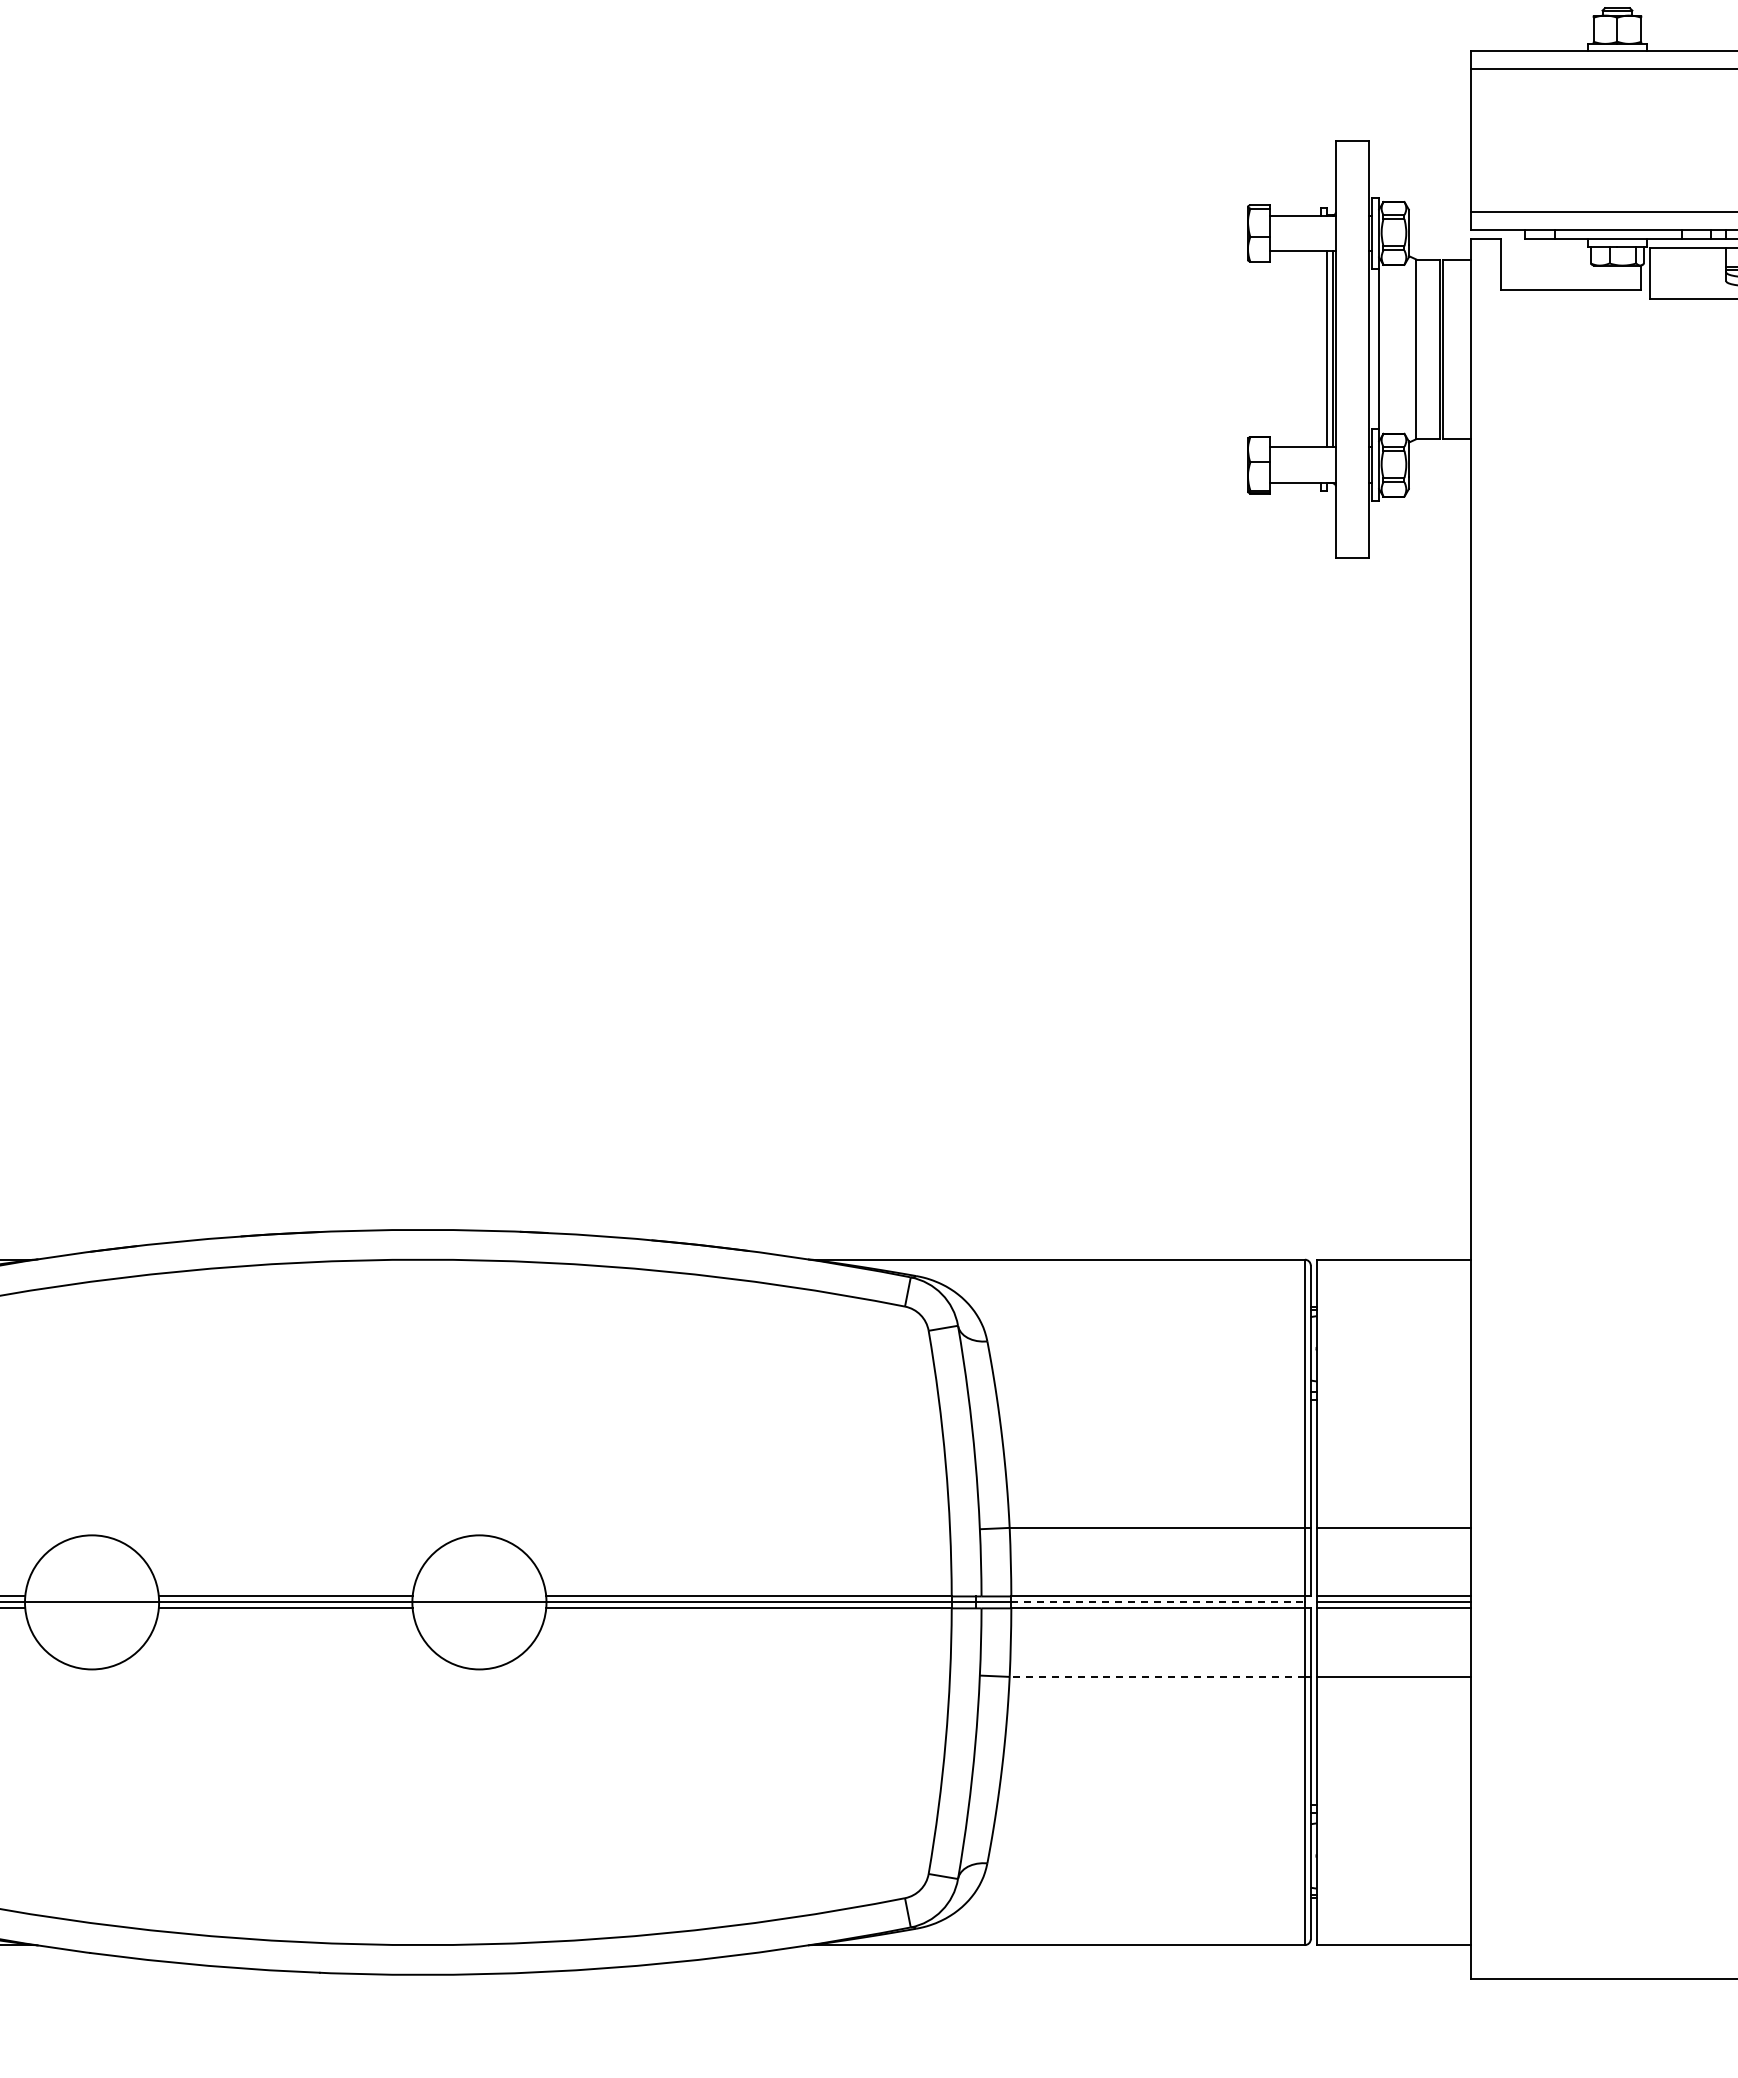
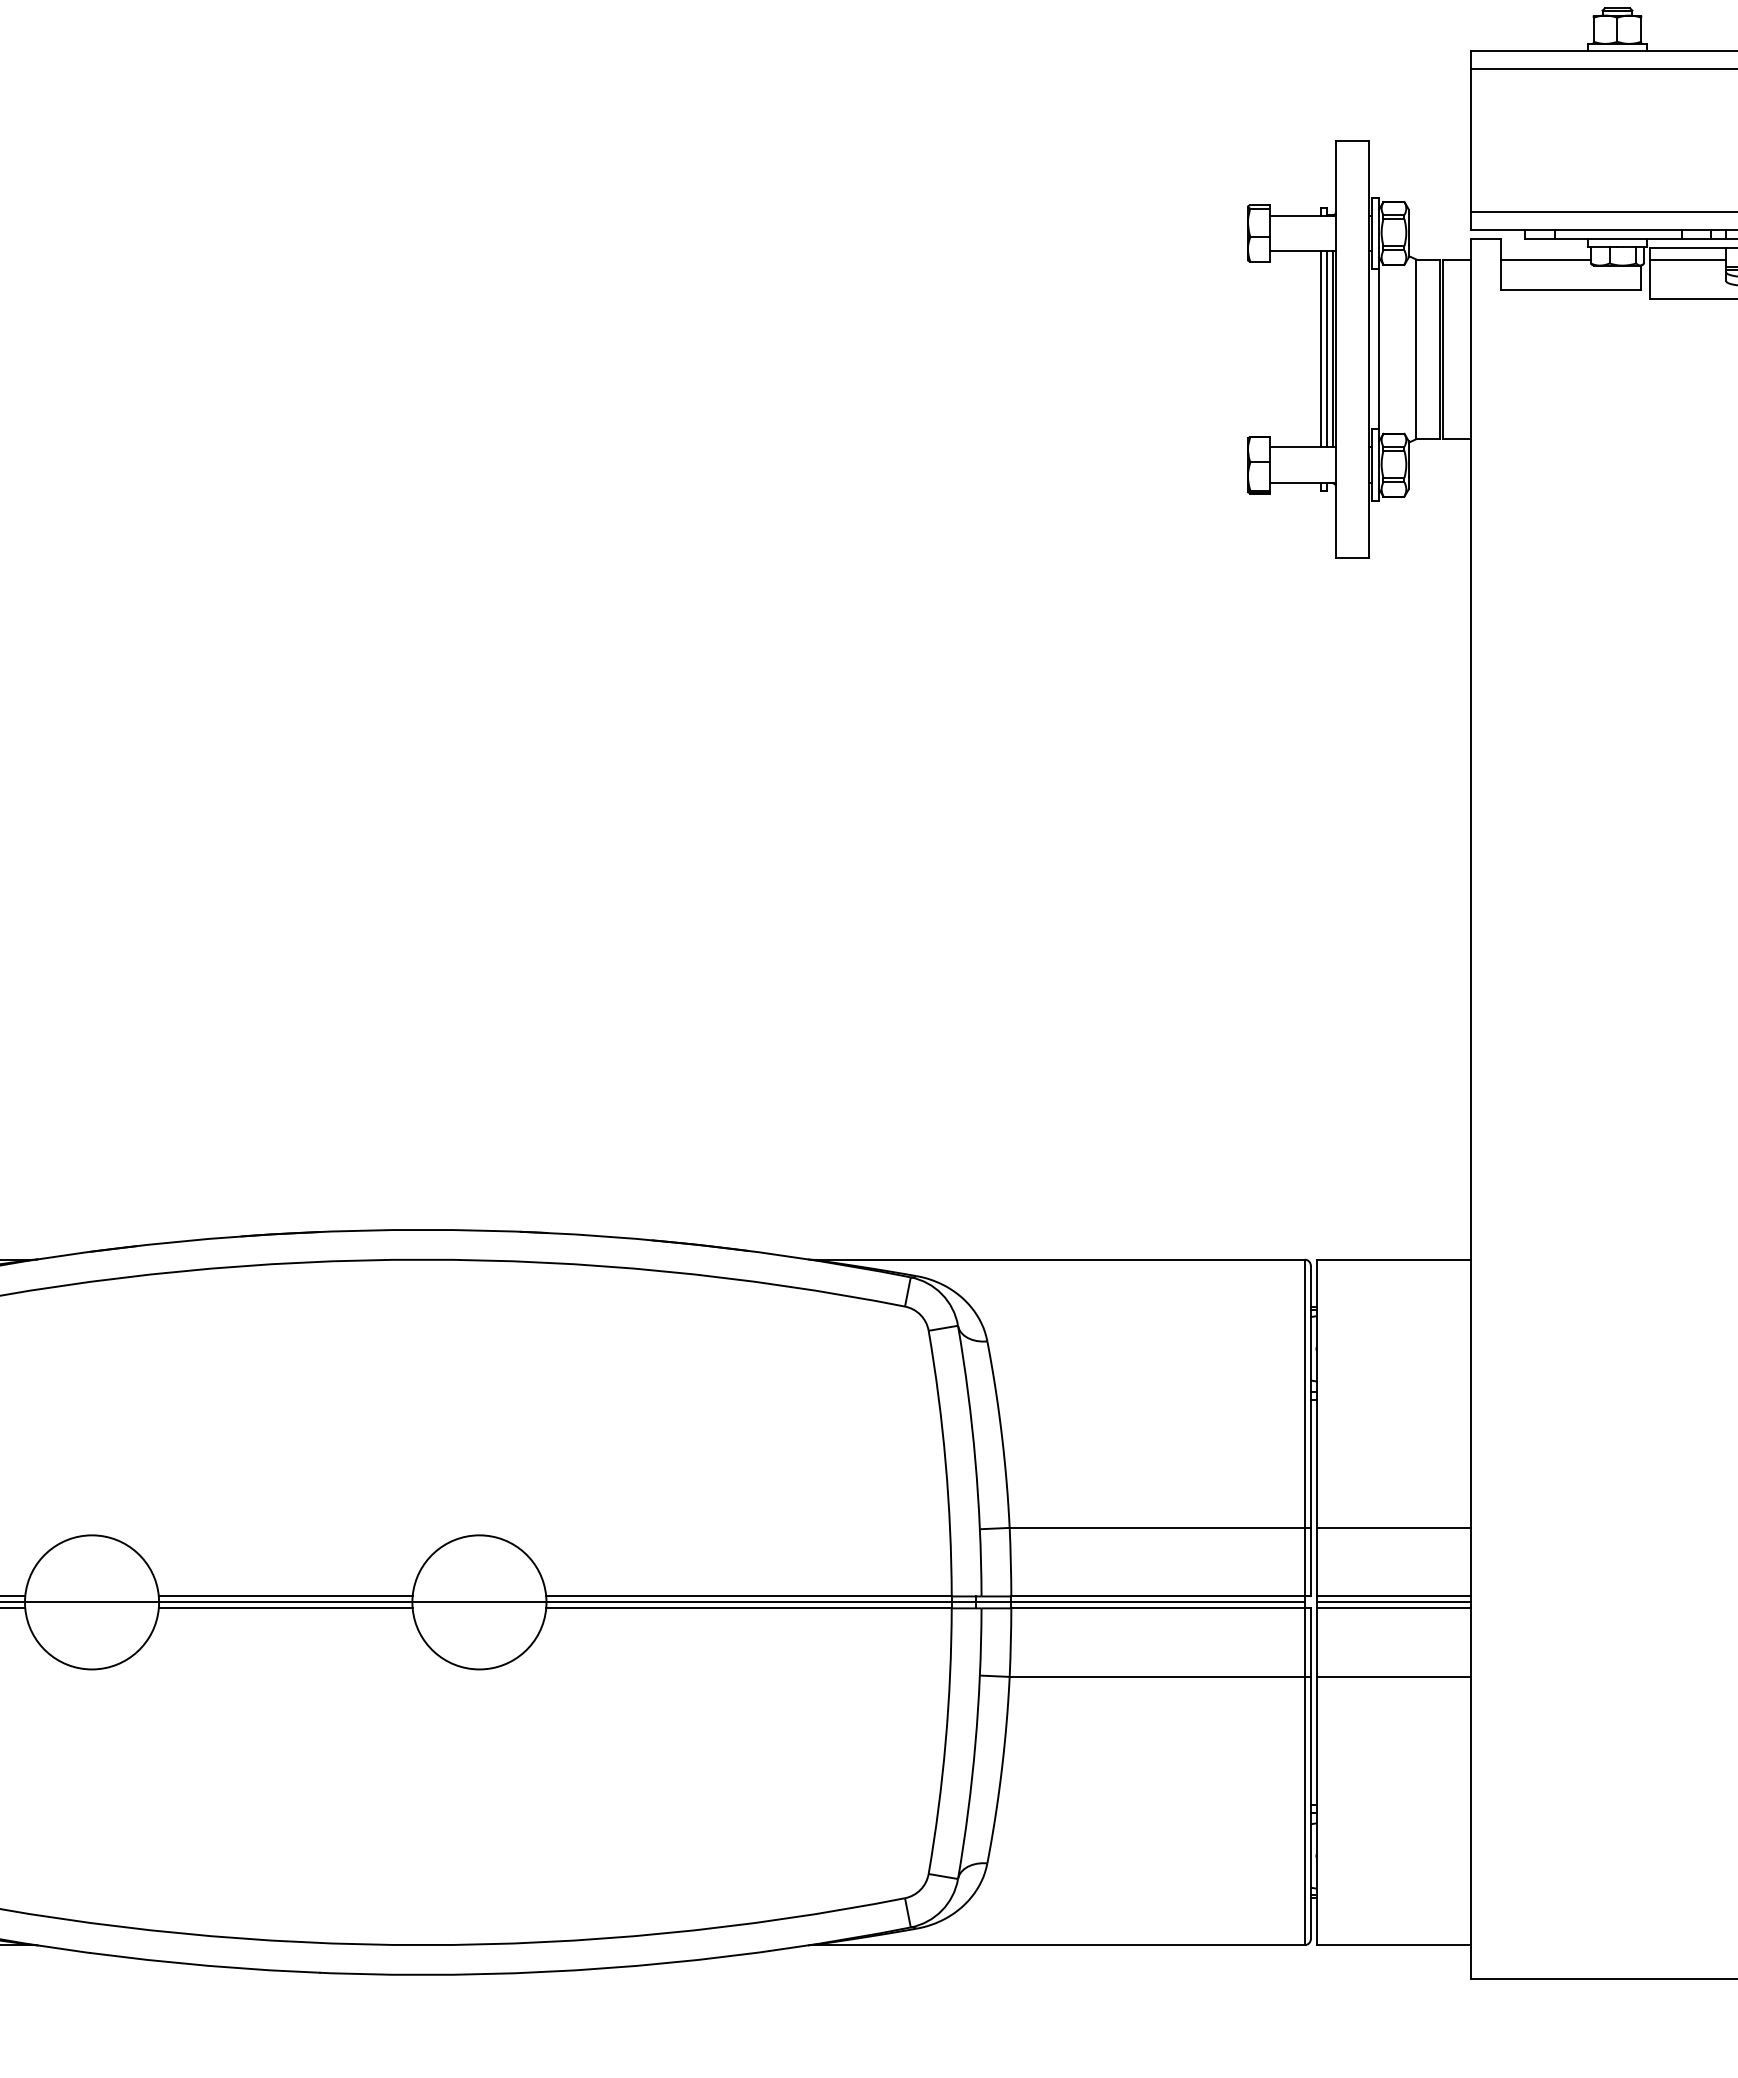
line at (1545, 259): none -> present
line at (1688, 259): none -> present
line at (1320, 349): none -> present
line at (1158, 1602): dashed -> solid
line at (1157, 1676): dashed -> solid
